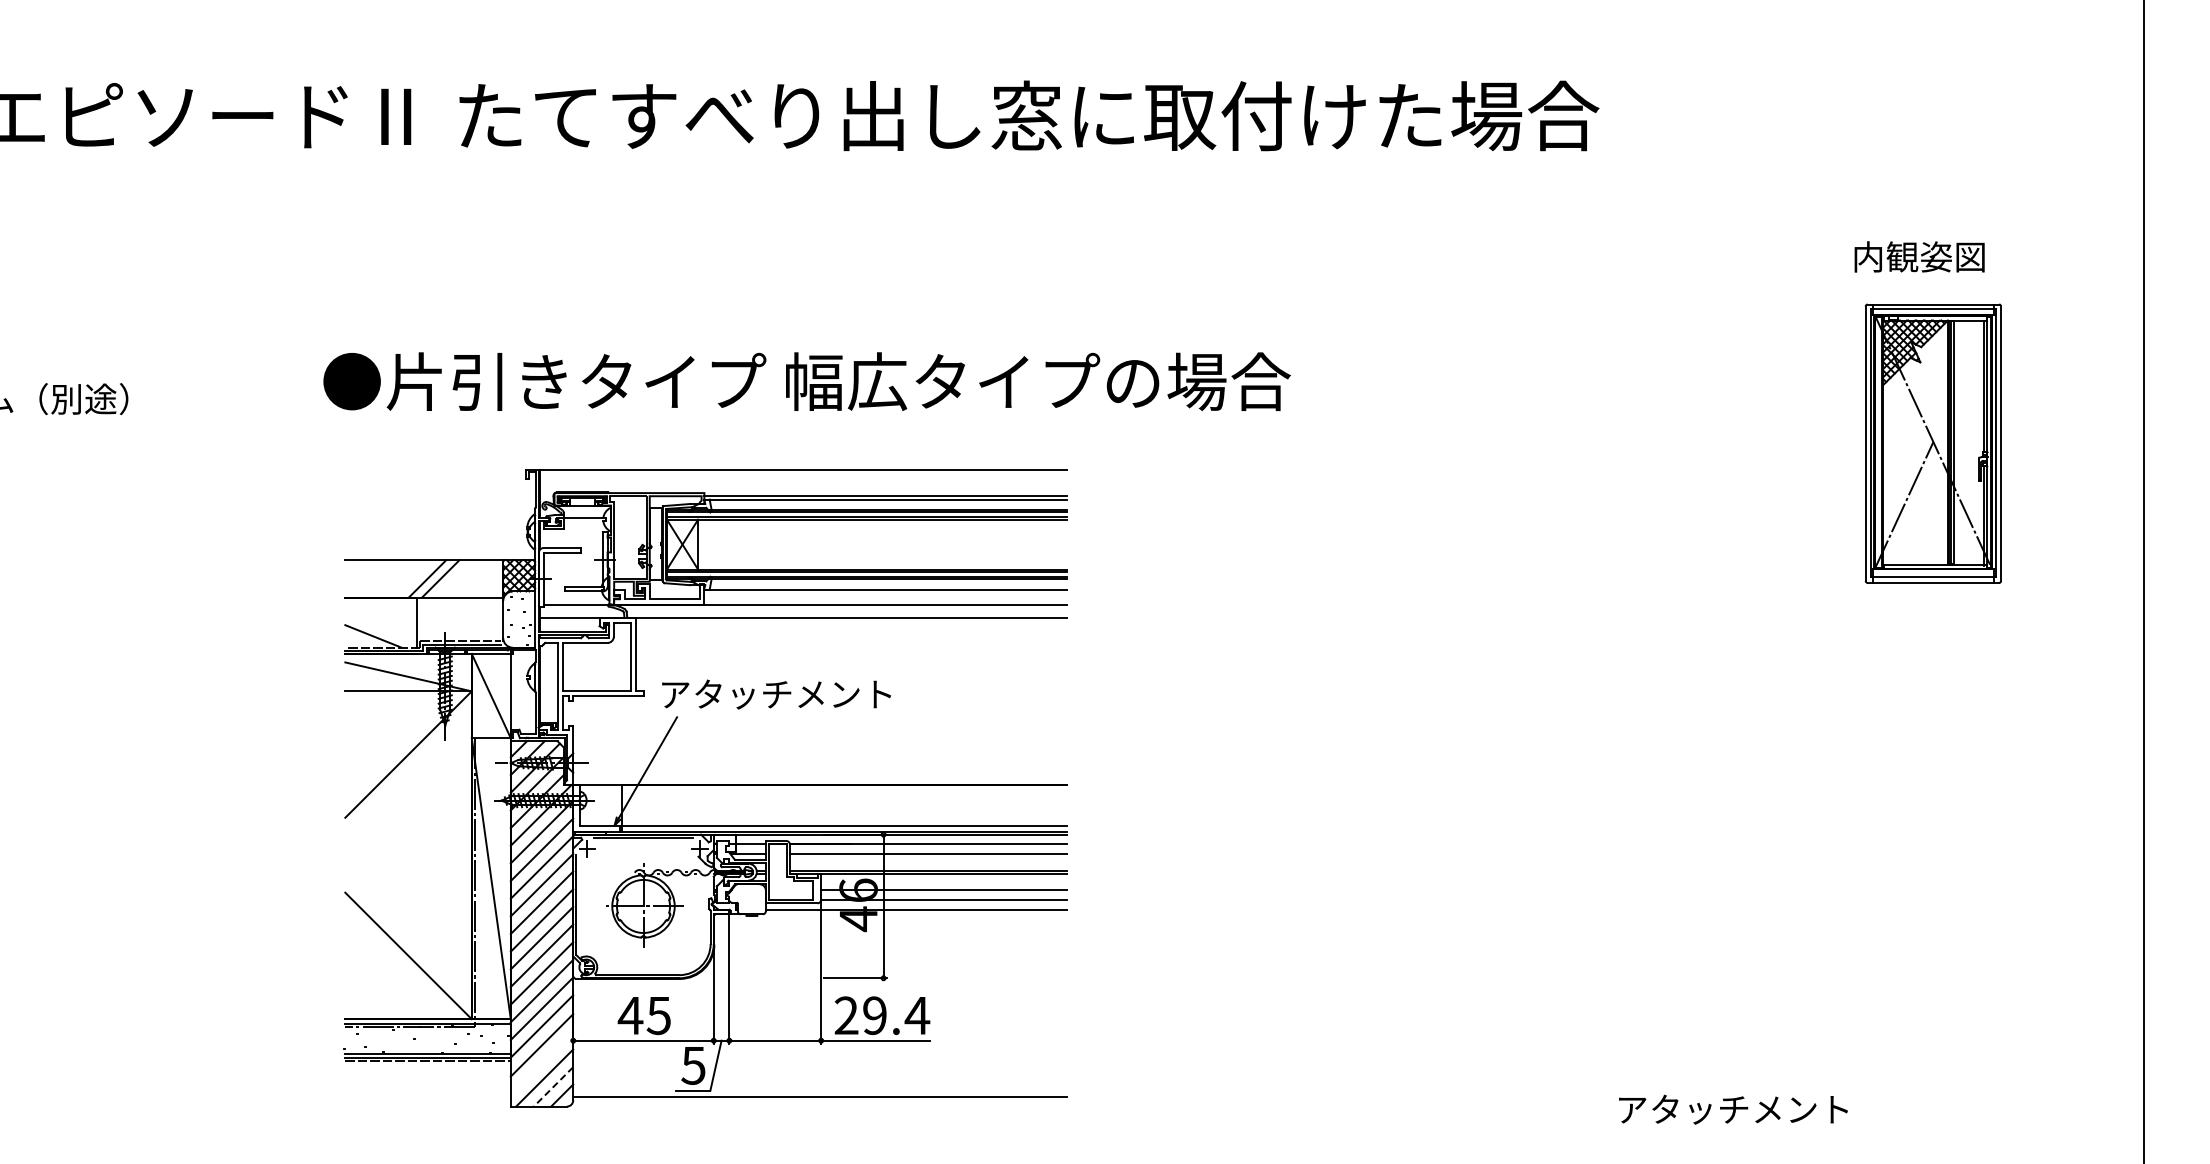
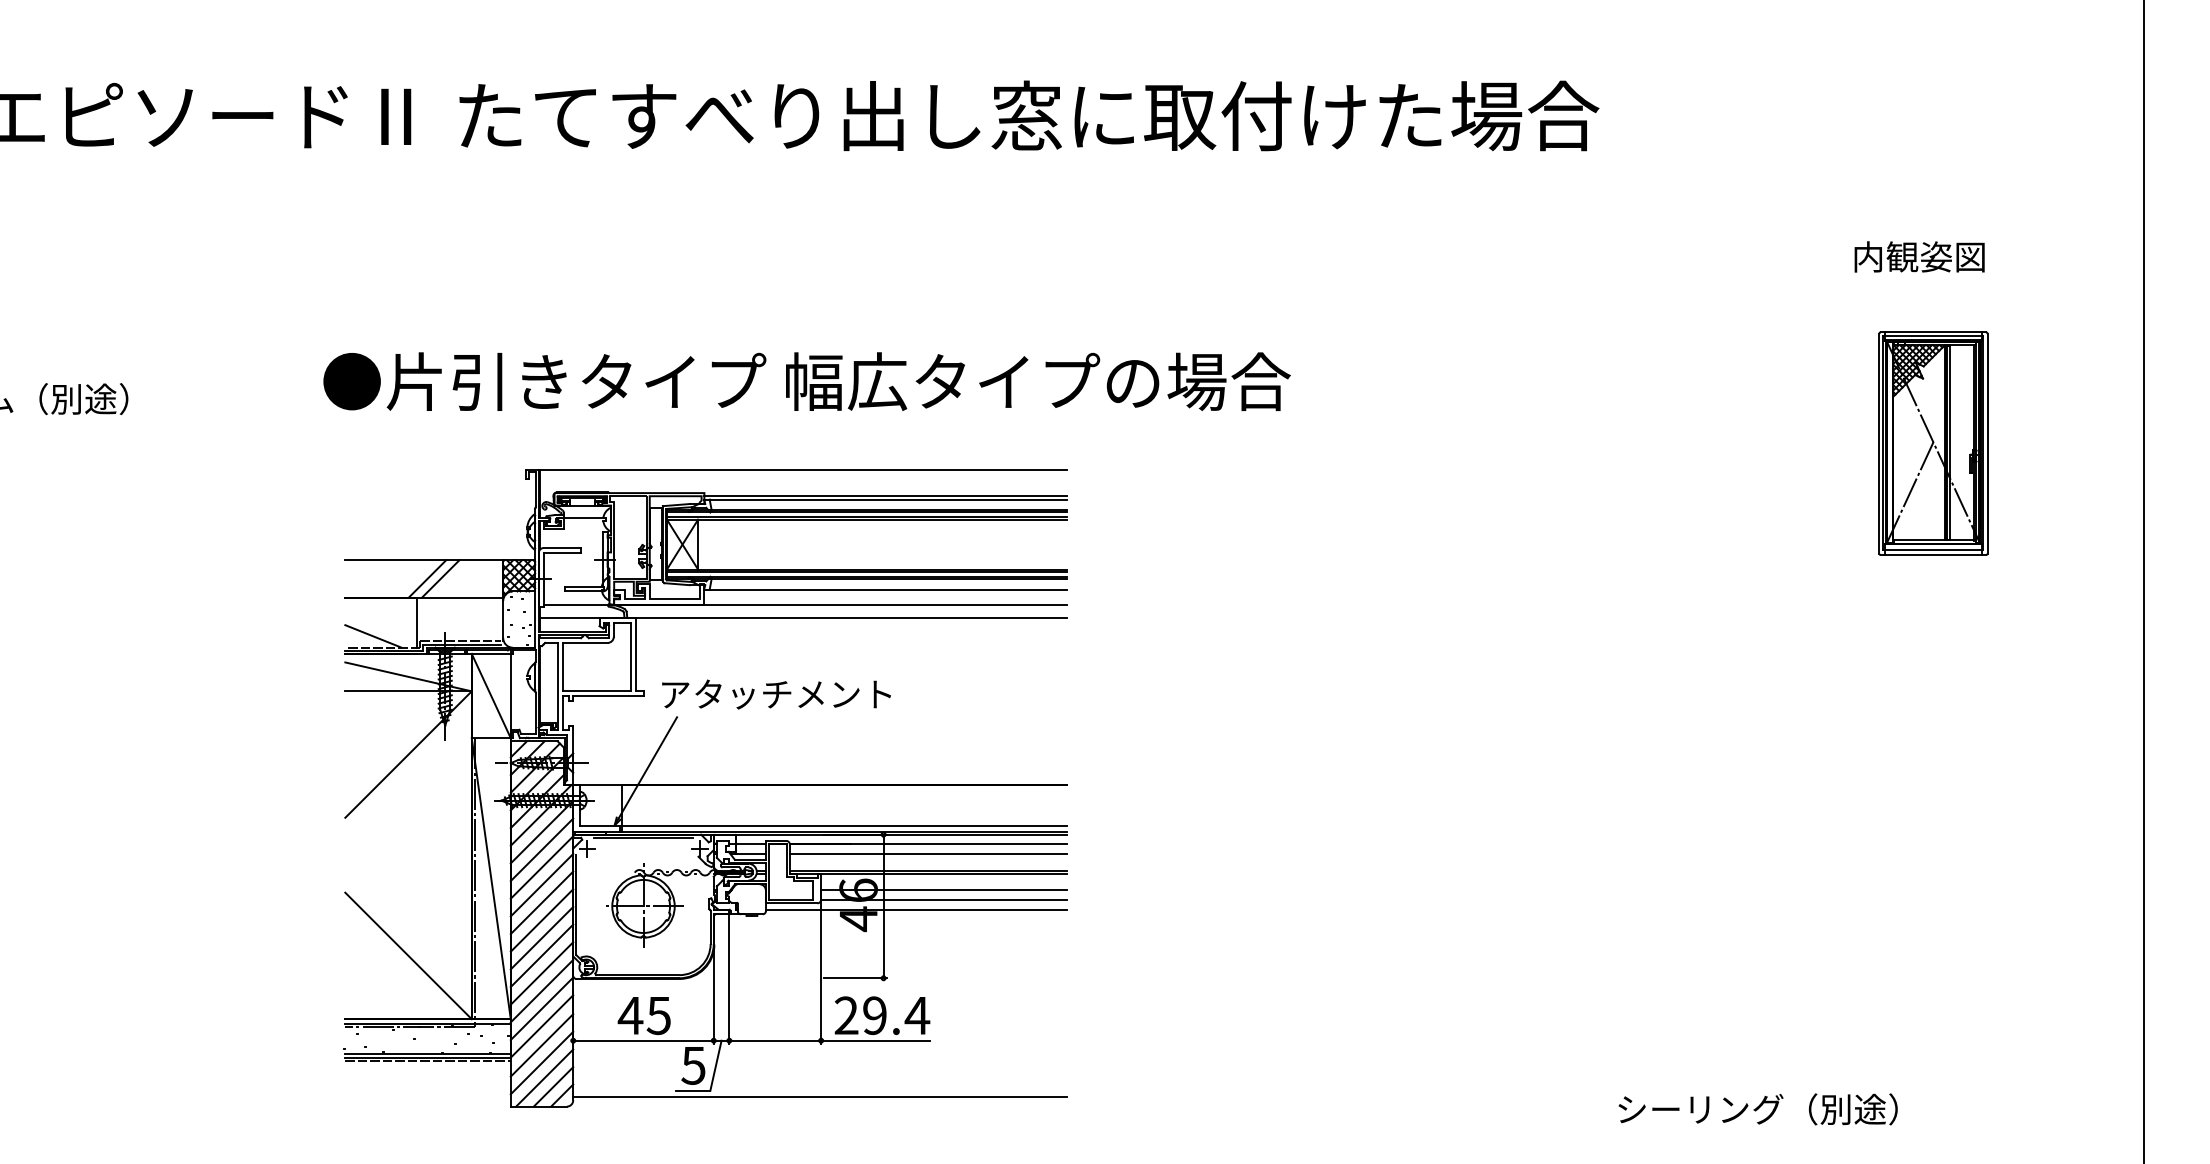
part at (1932, 443) size: 138x281 px -> 111x225 px
line at (541, 1062): none -> present
line at (553, 1086): dashed -> solid
text at (1757, 1109): アタッチメント -> シーリング（別途）
